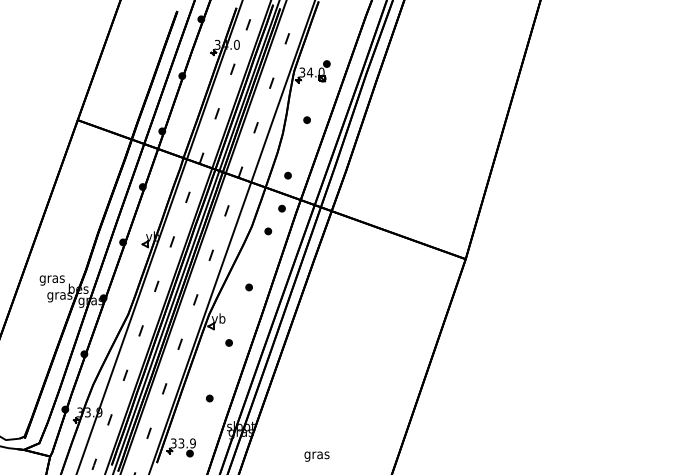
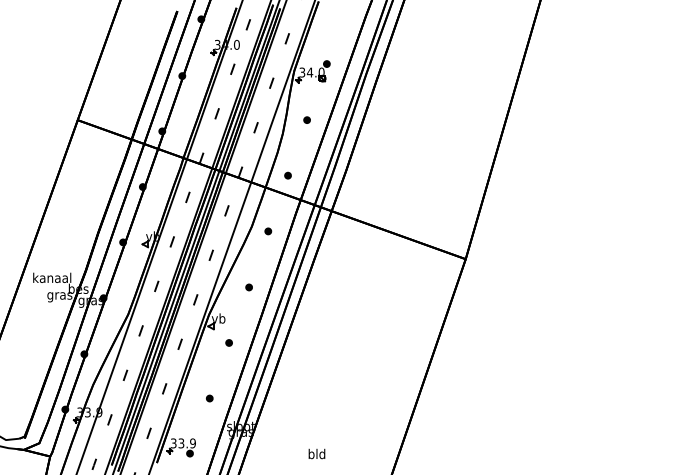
part at (281, 208): present -> none
text at (52, 278): gras -> kanaal
text at (316, 454): gras -> bld
